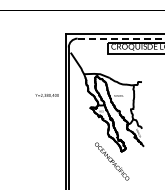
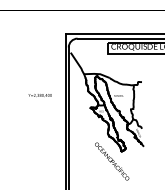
line at (121, 38): dashed -> solid
text at (46, 95) position: (46, 95) -> (39, 95)
